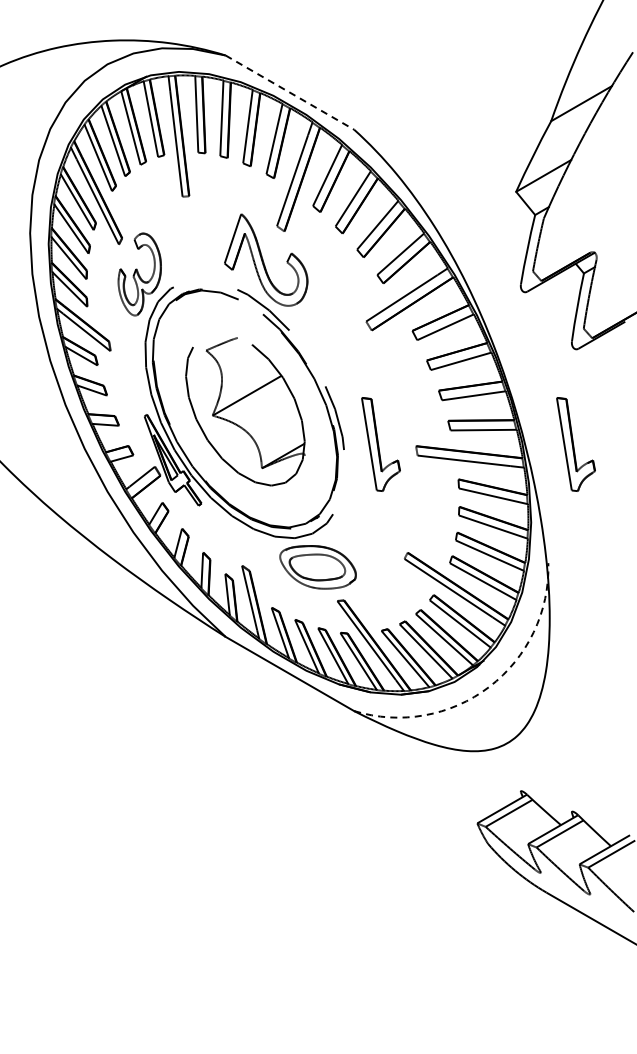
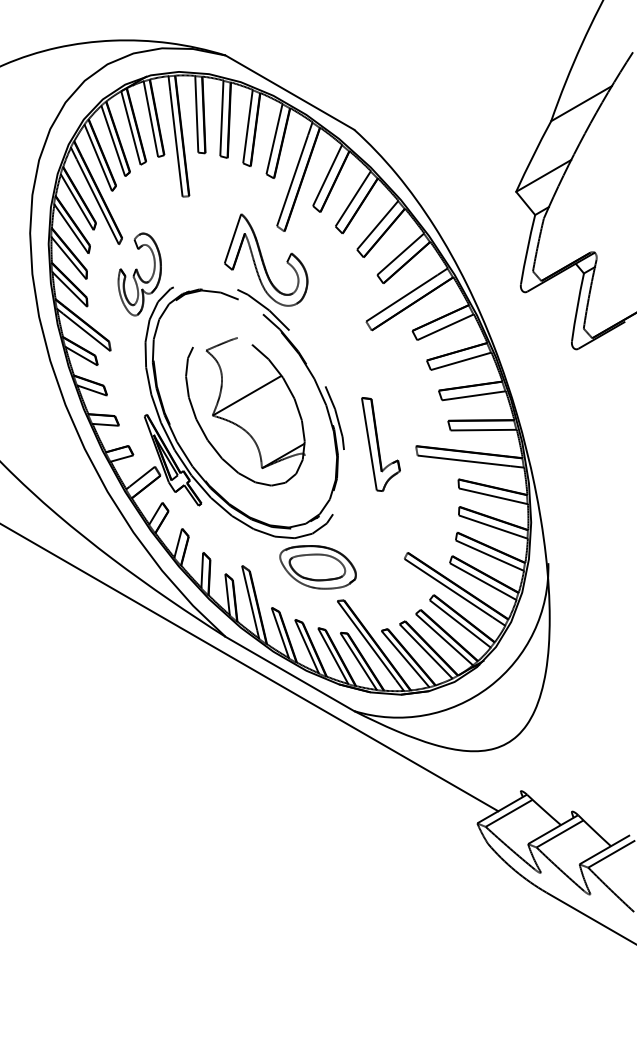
line at (290, 92): dashed -> solid
part at (575, 444): present -> none
line at (250, 667): none -> present
arc at (489, 686): dashed -> solid
